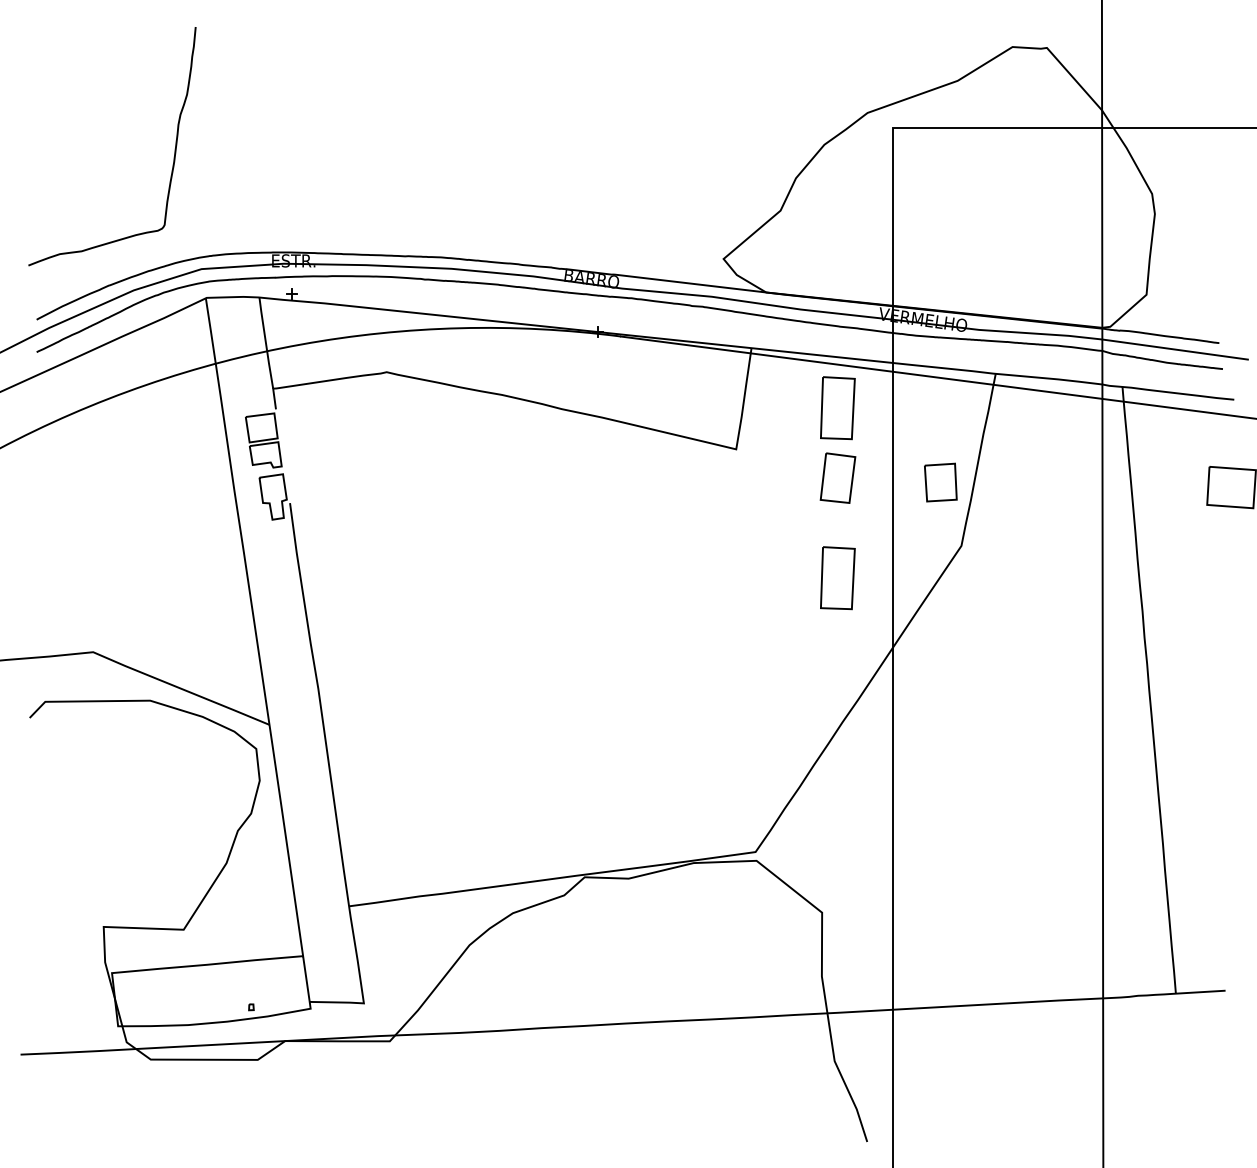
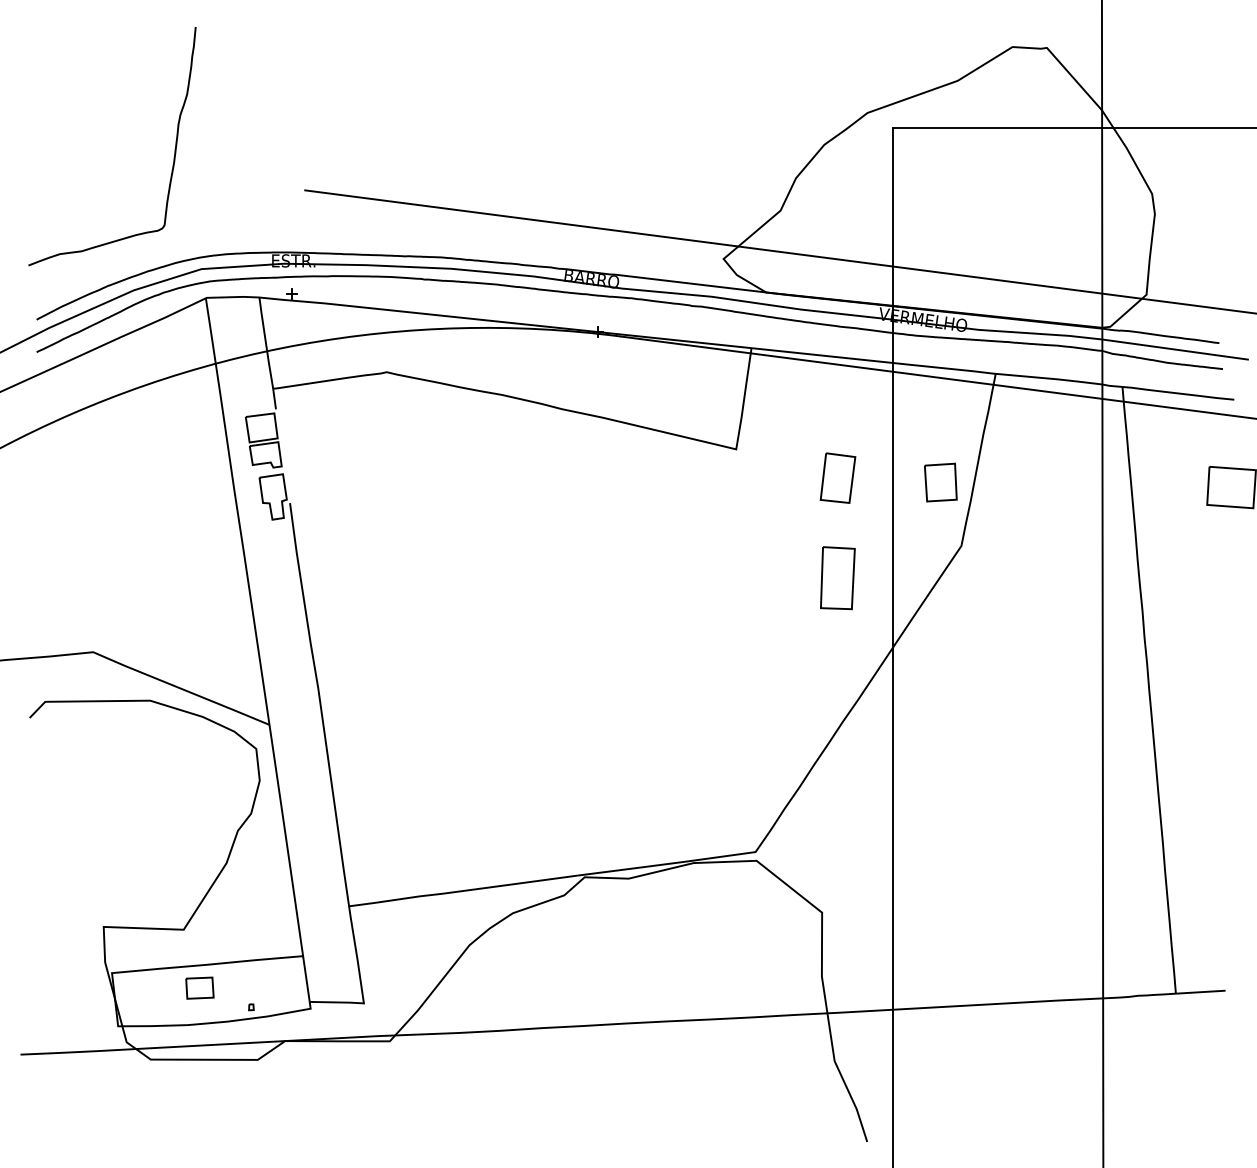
line at (779, 251): none -> present
part at (837, 408): present -> none
part at (199, 987): none -> present
